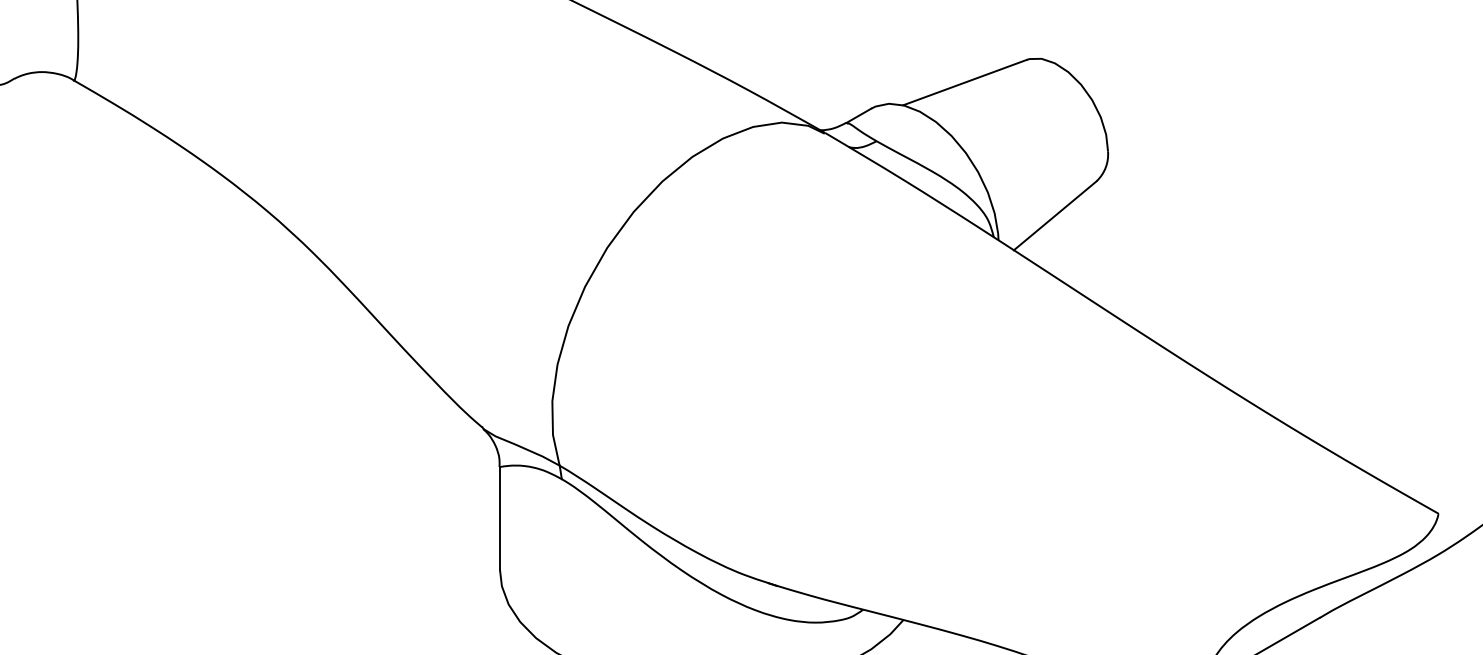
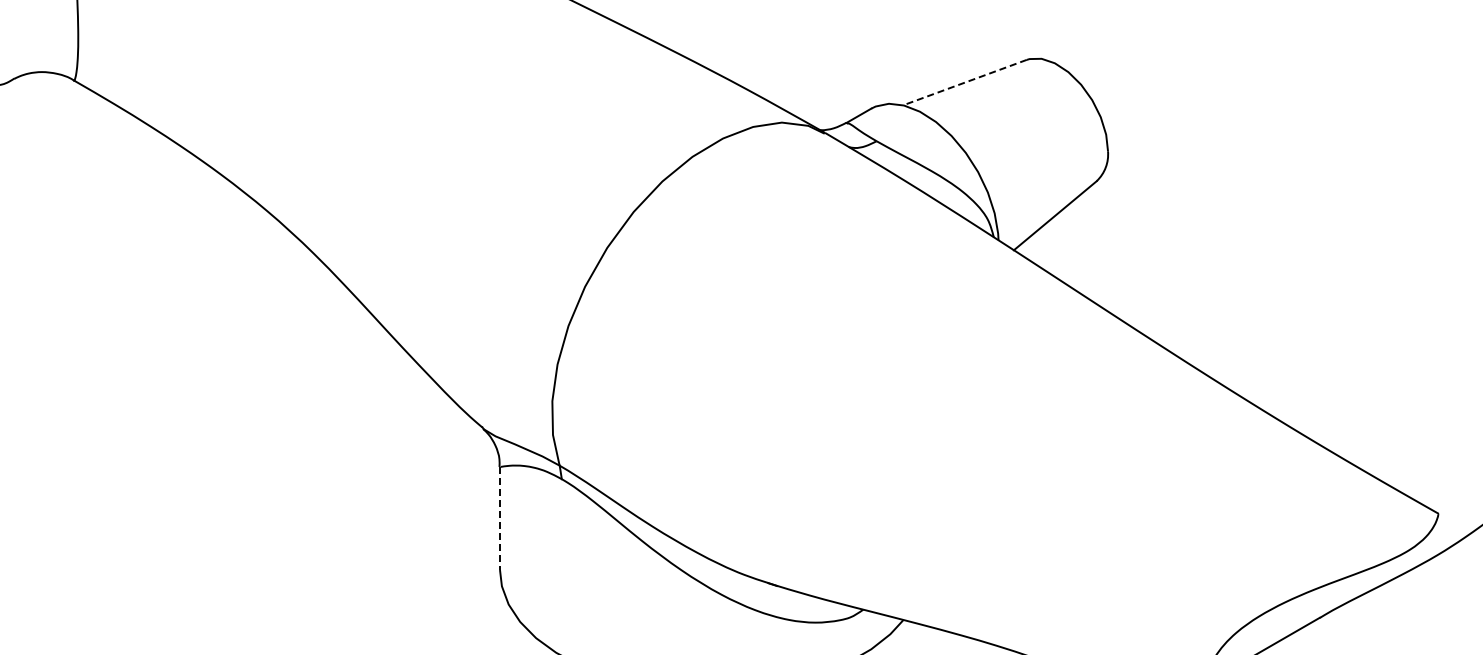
line at (964, 82): solid -> dashed
line at (500, 518): solid -> dashed
